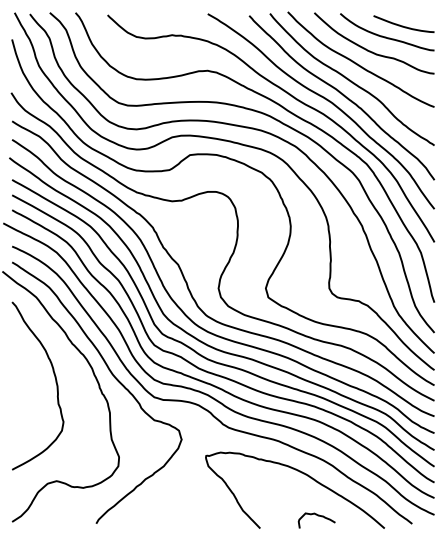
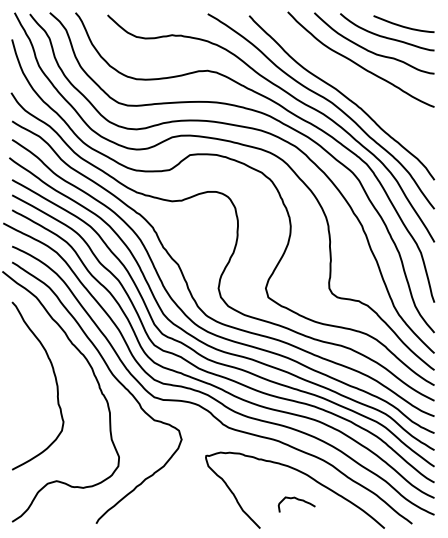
curve at (350, 79): present -> none
curve at (317, 516) position: (317, 516) -> (297, 500)
